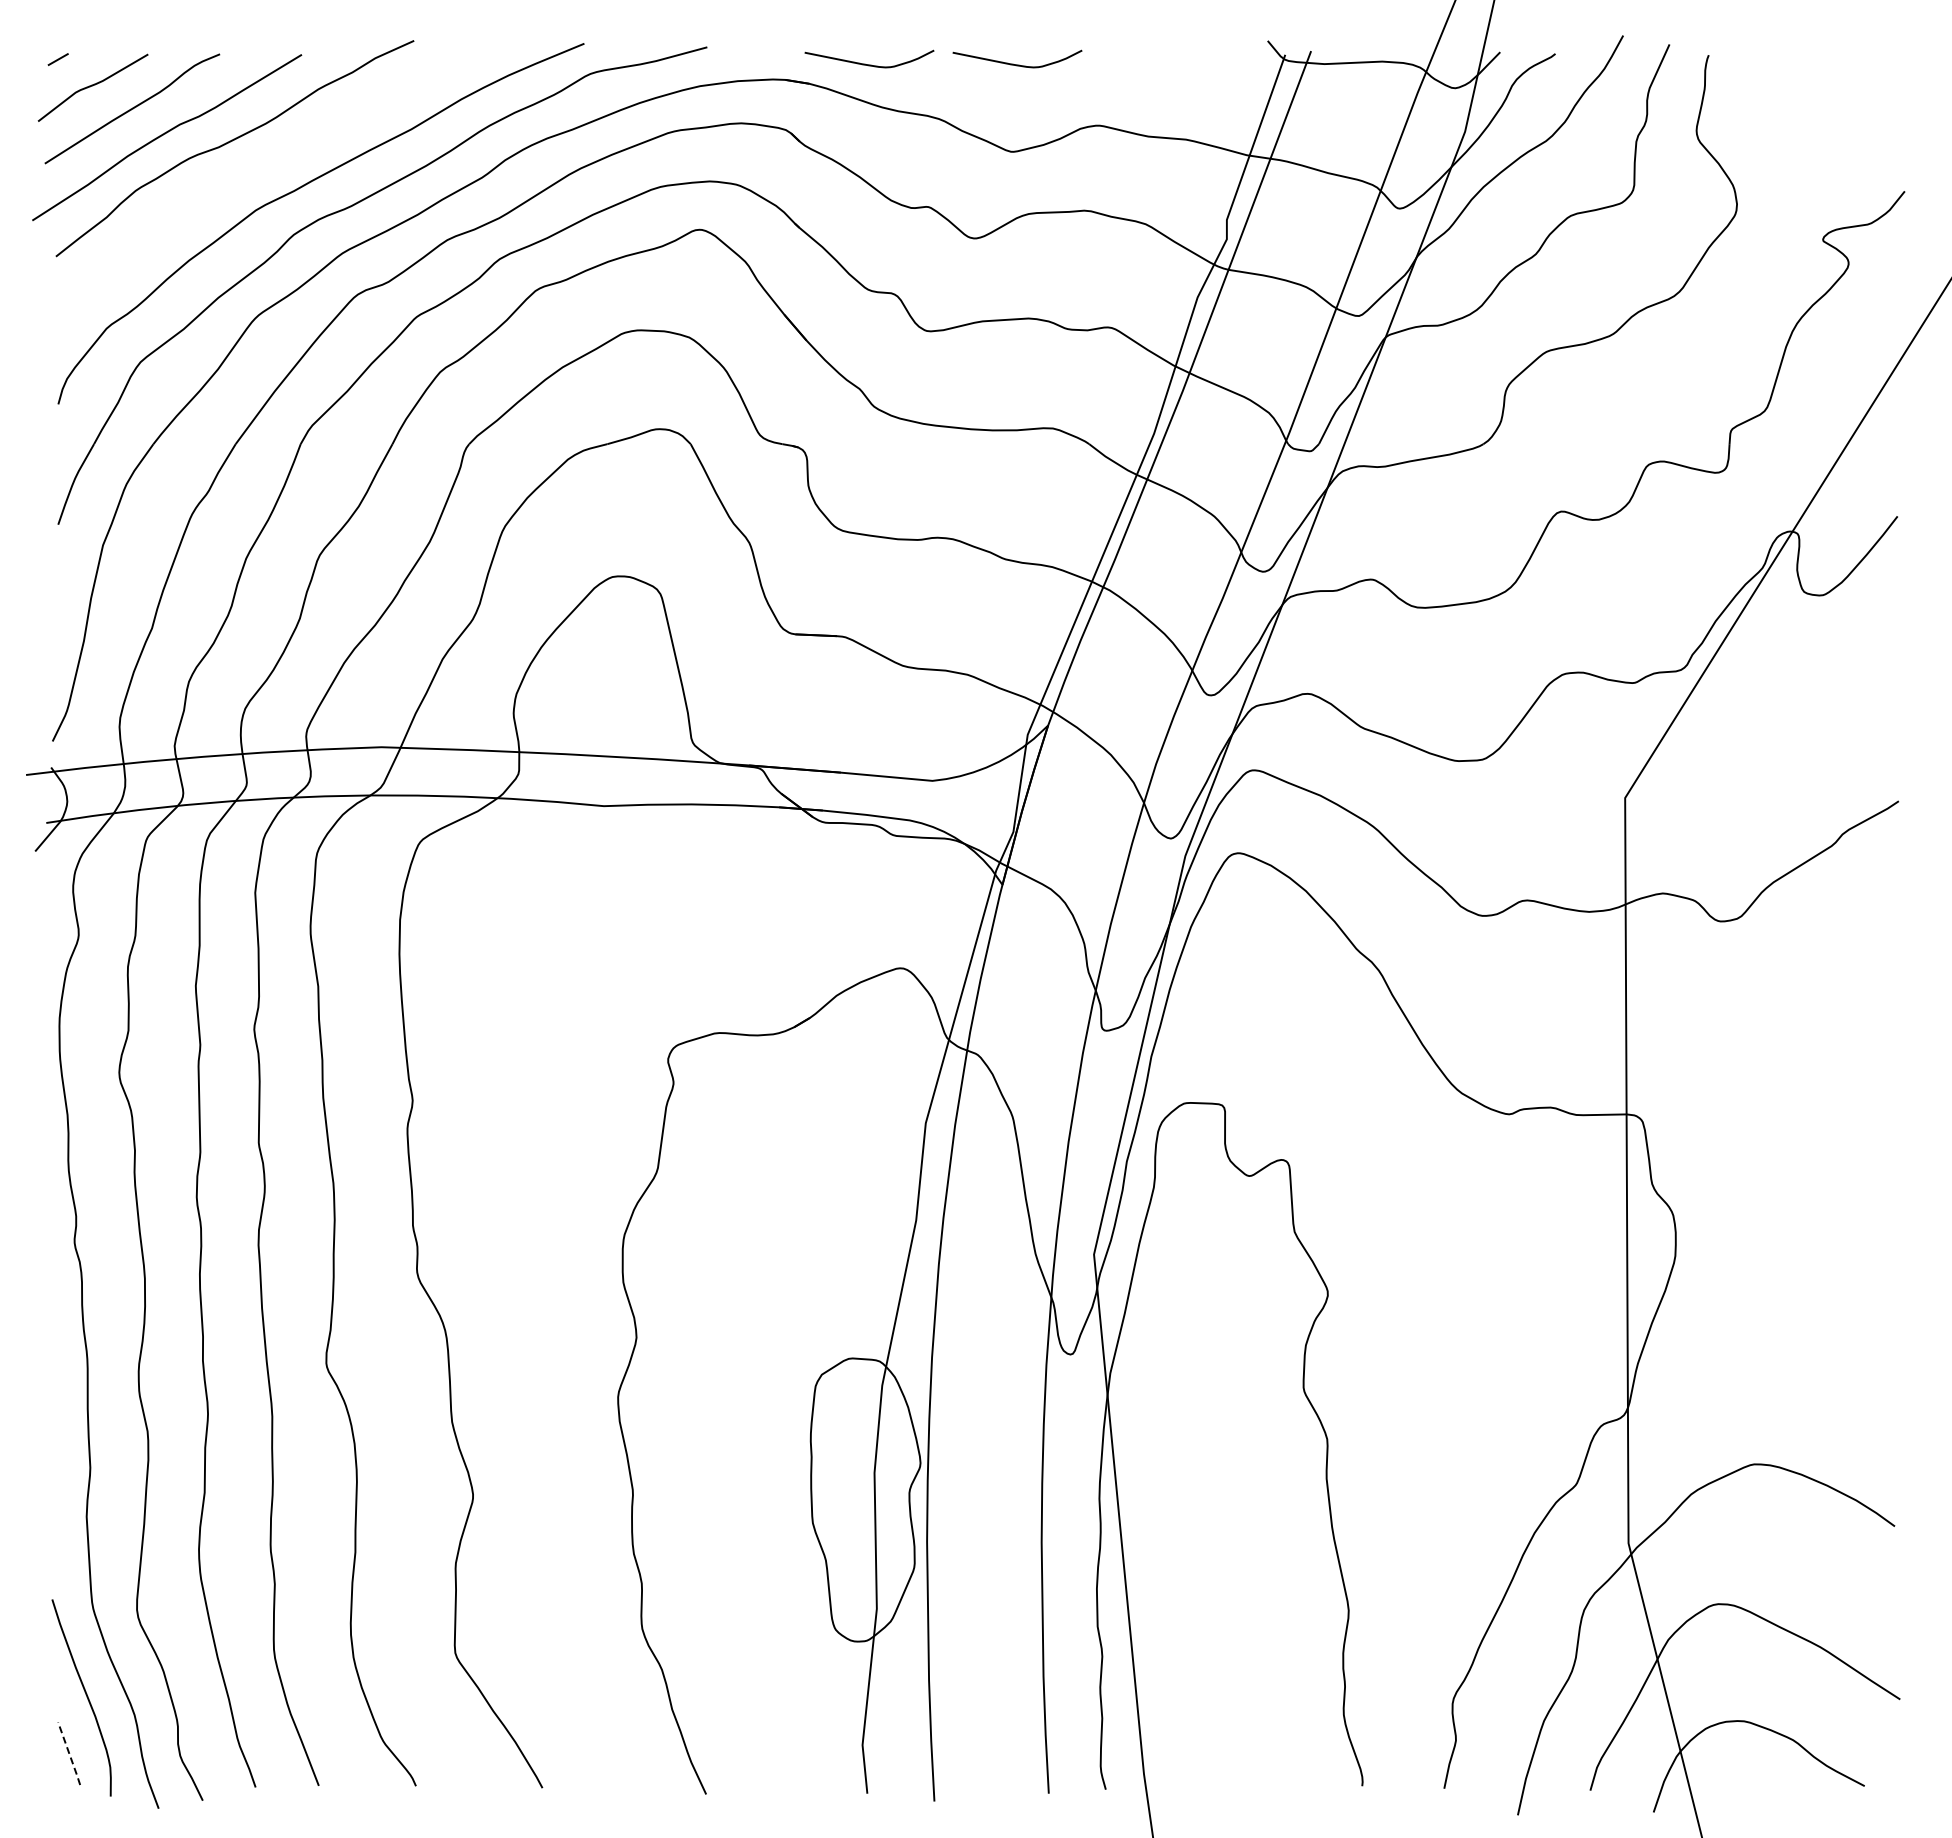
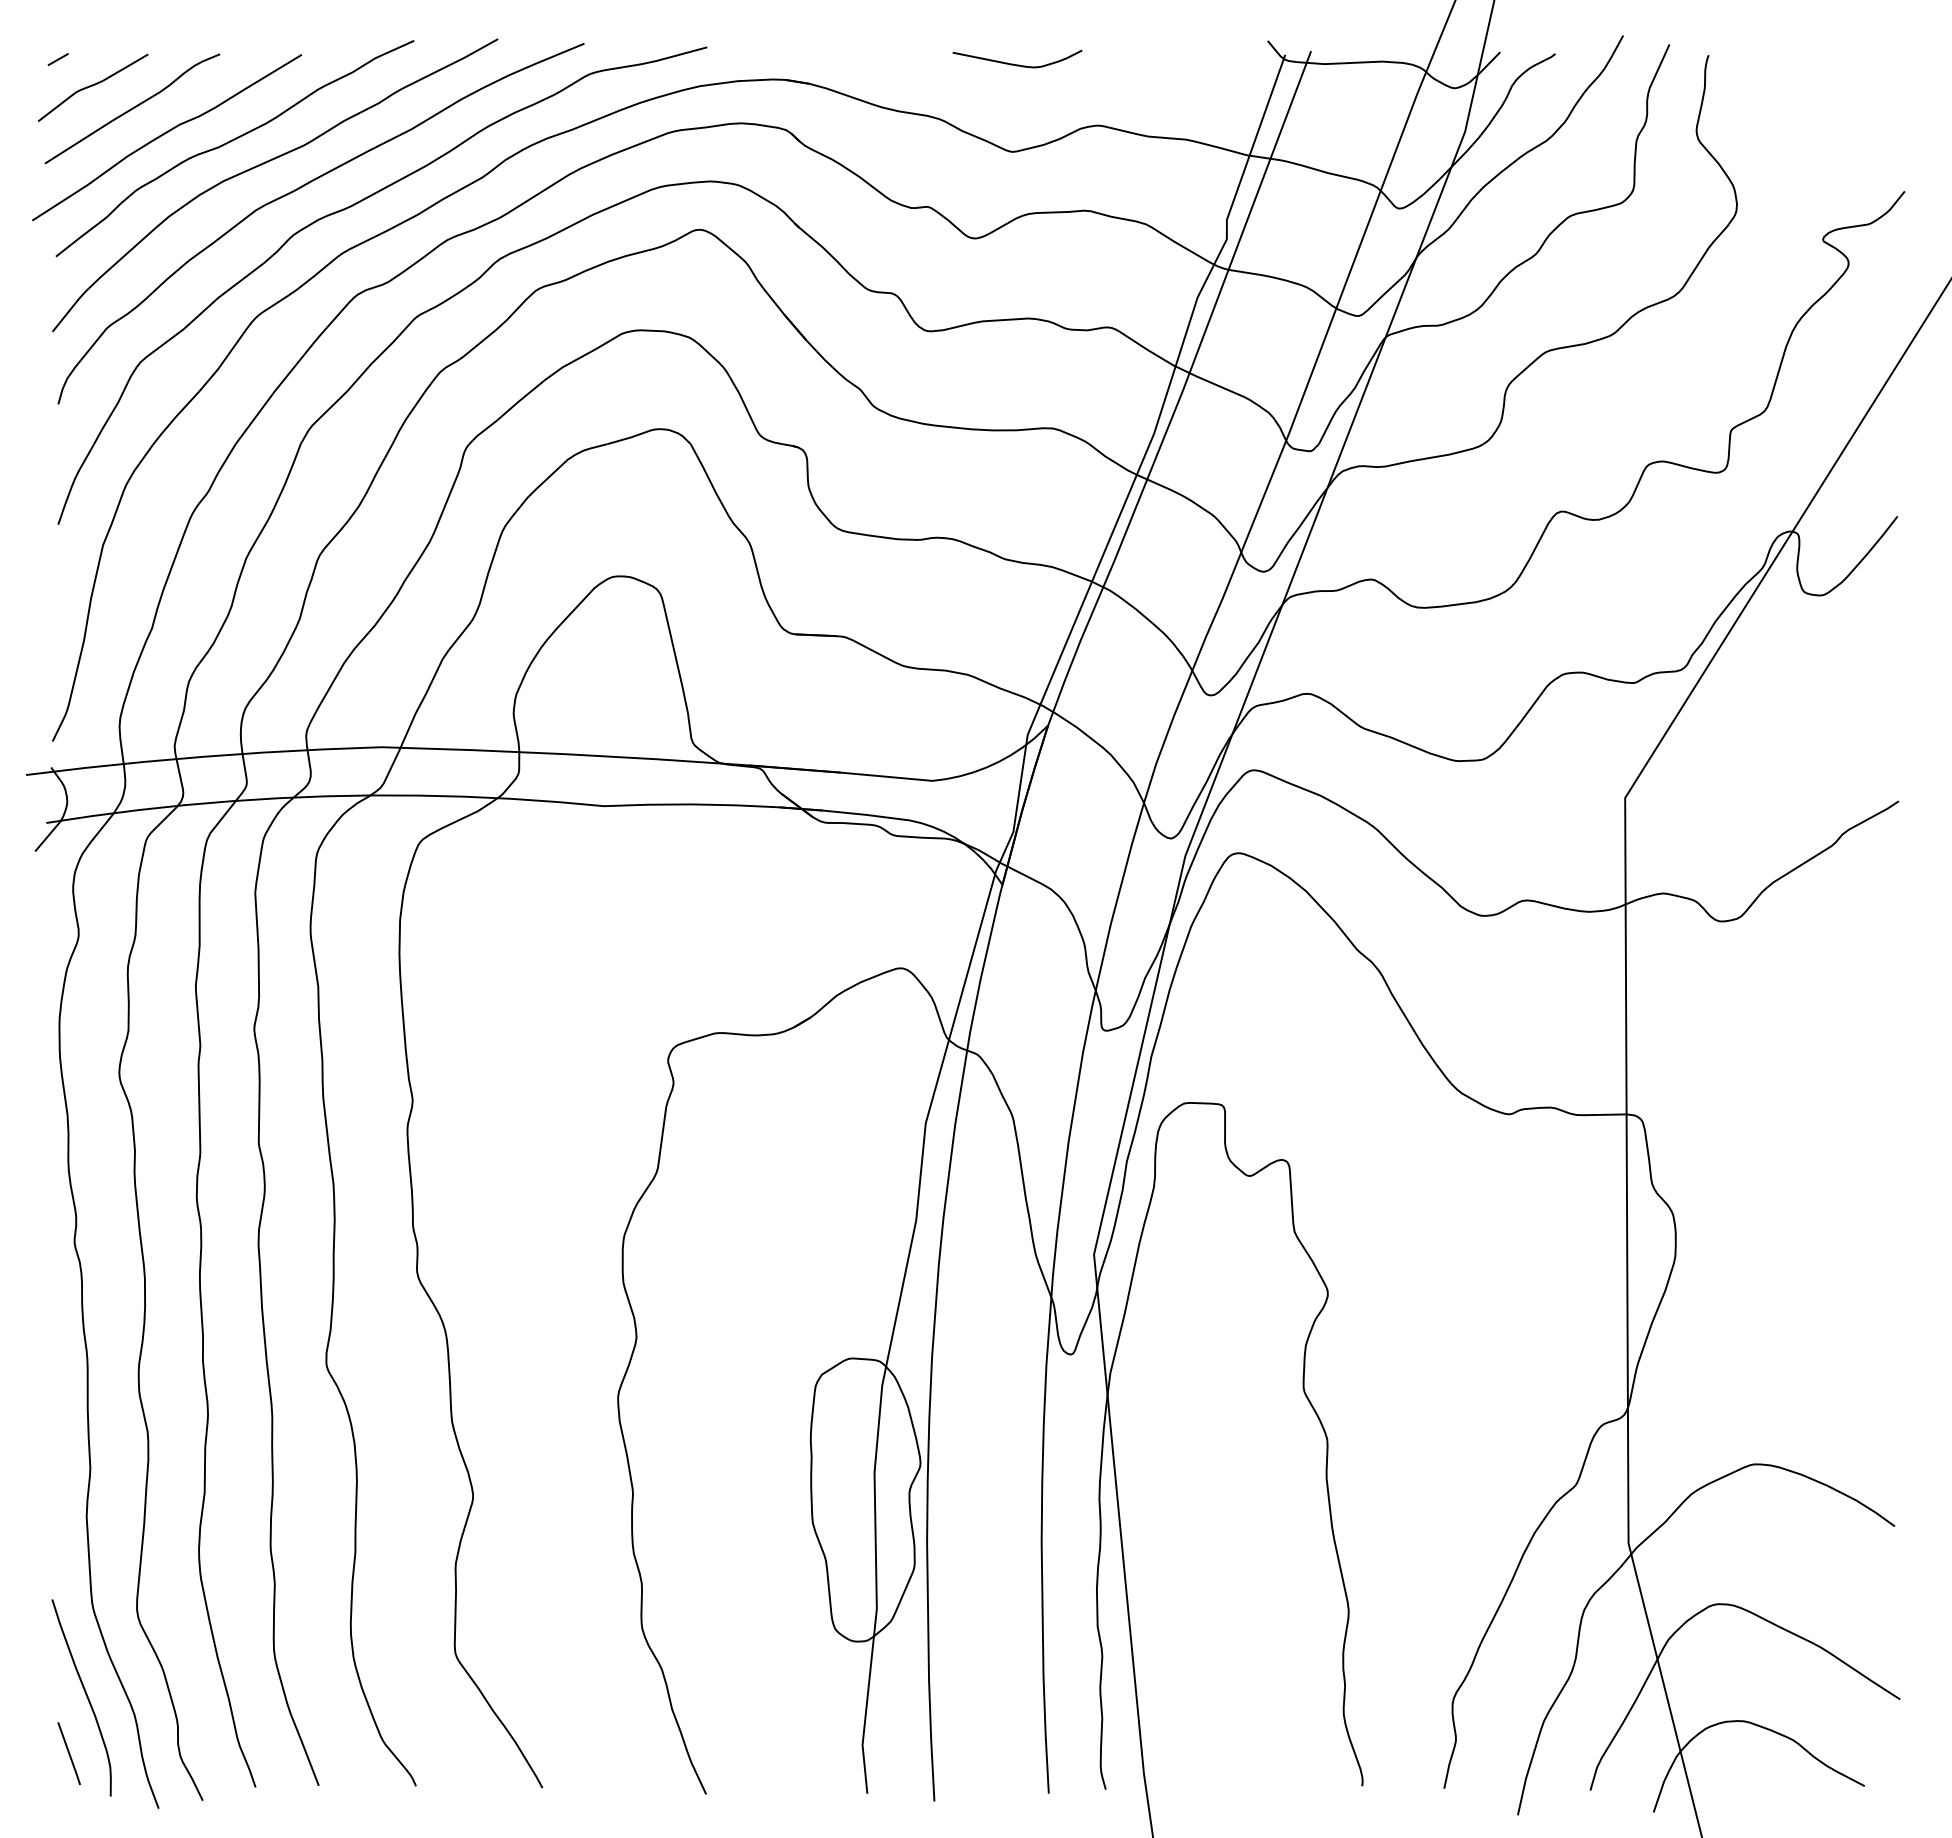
curve at (869, 64): present -> none
curve at (266, 163): none -> present
line at (69, 1754): dashed -> solid
